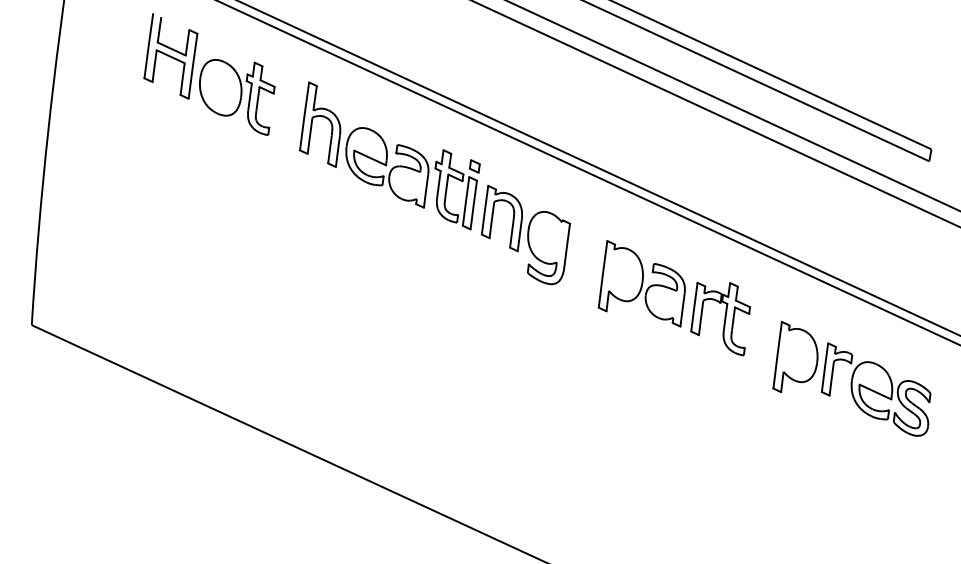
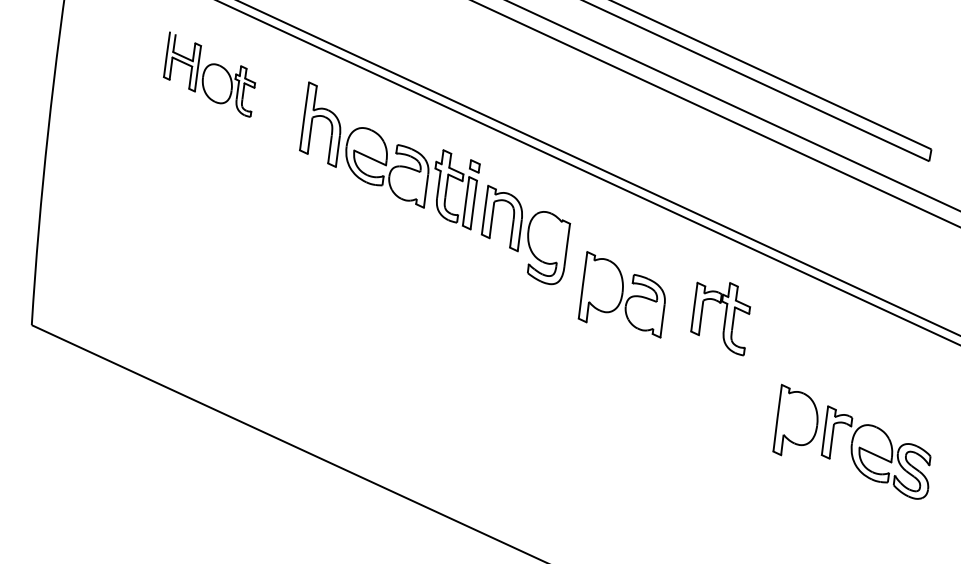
part at (209, 74) size: 133x123 px -> 94x87 px
part at (641, 283) position: (641, 283) -> (621, 294)
part at (851, 378) position: (851, 378) -> (851, 441)
